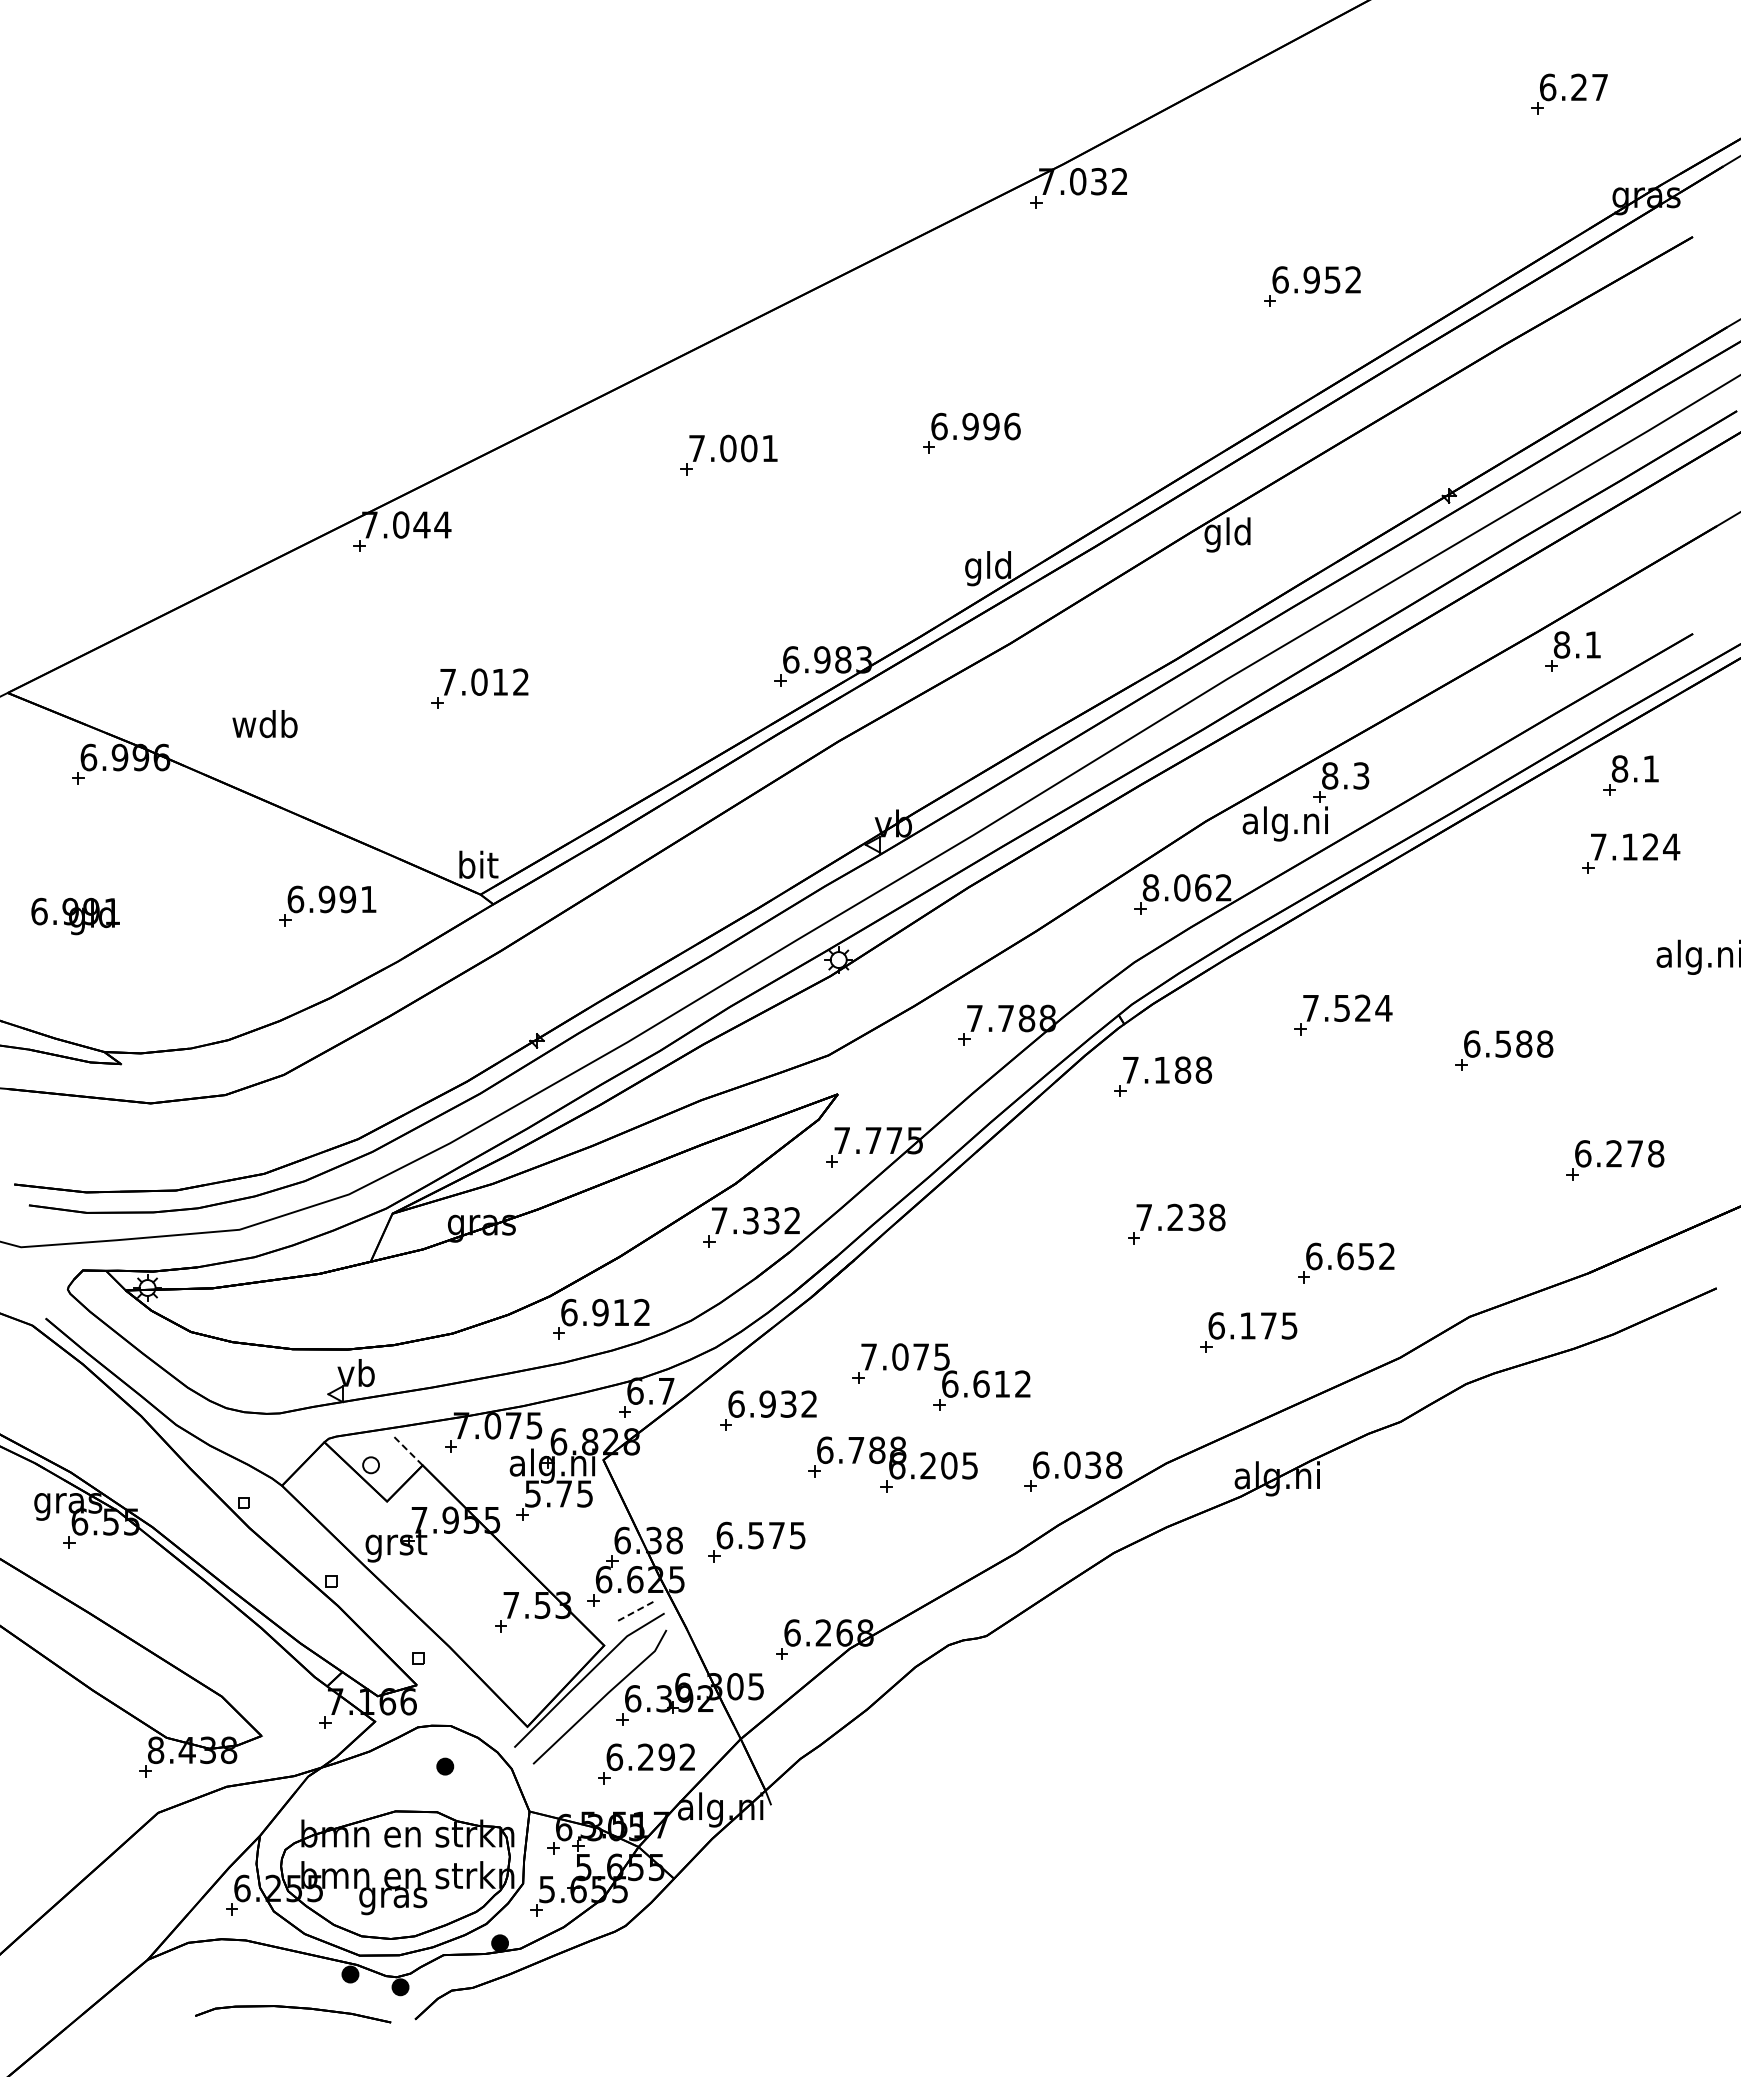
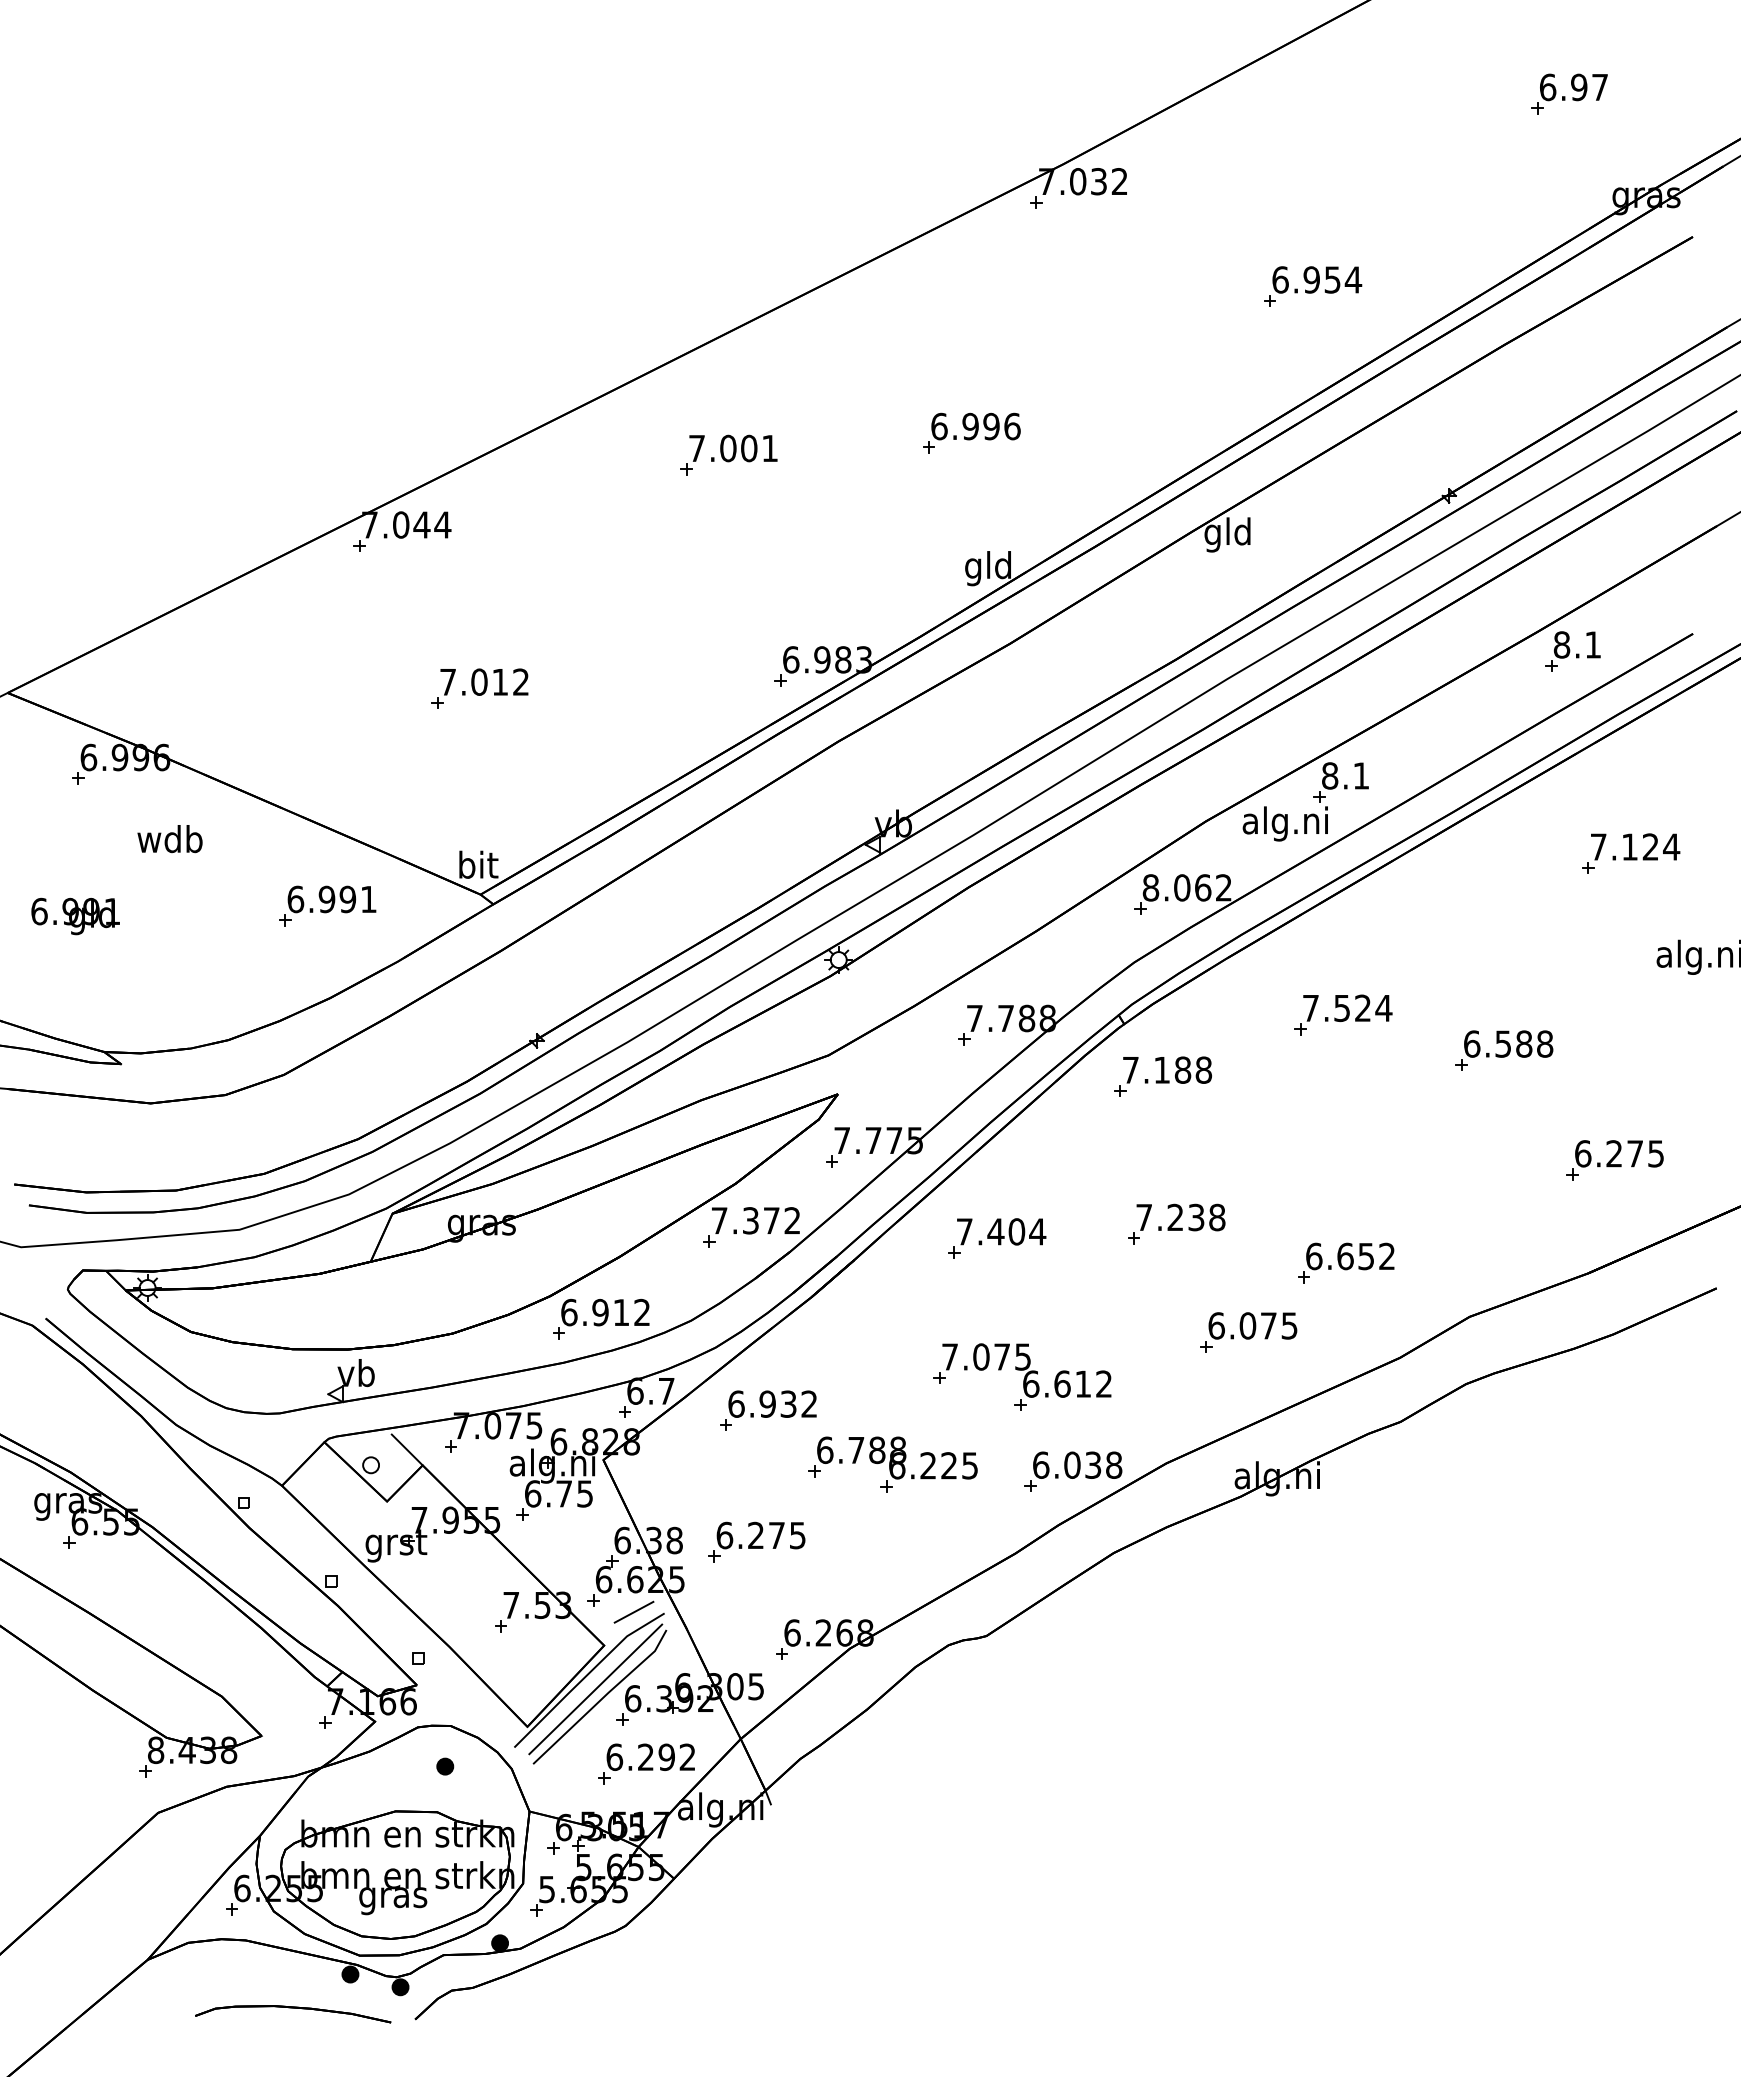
text at (1579, 87): 6.27 -> 6.97
text at (1353, 279): 6.952 -> 6.954
text at (264, 724) position: (264, 724) -> (169, 839)
text at (1361, 775): 8.3 -> 8.1
part at (1630, 775): present -> none
text at (1656, 1153): 6.278 -> 6.275
text at (771, 1220): 7.332 -> 7.372
part at (997, 1238): none -> present
text at (1247, 1325): 6.175 -> 6.075
part at (941, 1376) position: (941, 1376) -> (1022, 1376)
line at (407, 1449): dashed -> solid
text at (949, 1465): 6.205 -> 6.225
text at (533, 1493): 5.75 -> 6.75
text at (755, 1535): 6.575 -> 6.275
line at (634, 1612): dashed -> solid
line at (595, 1689): none -> present
